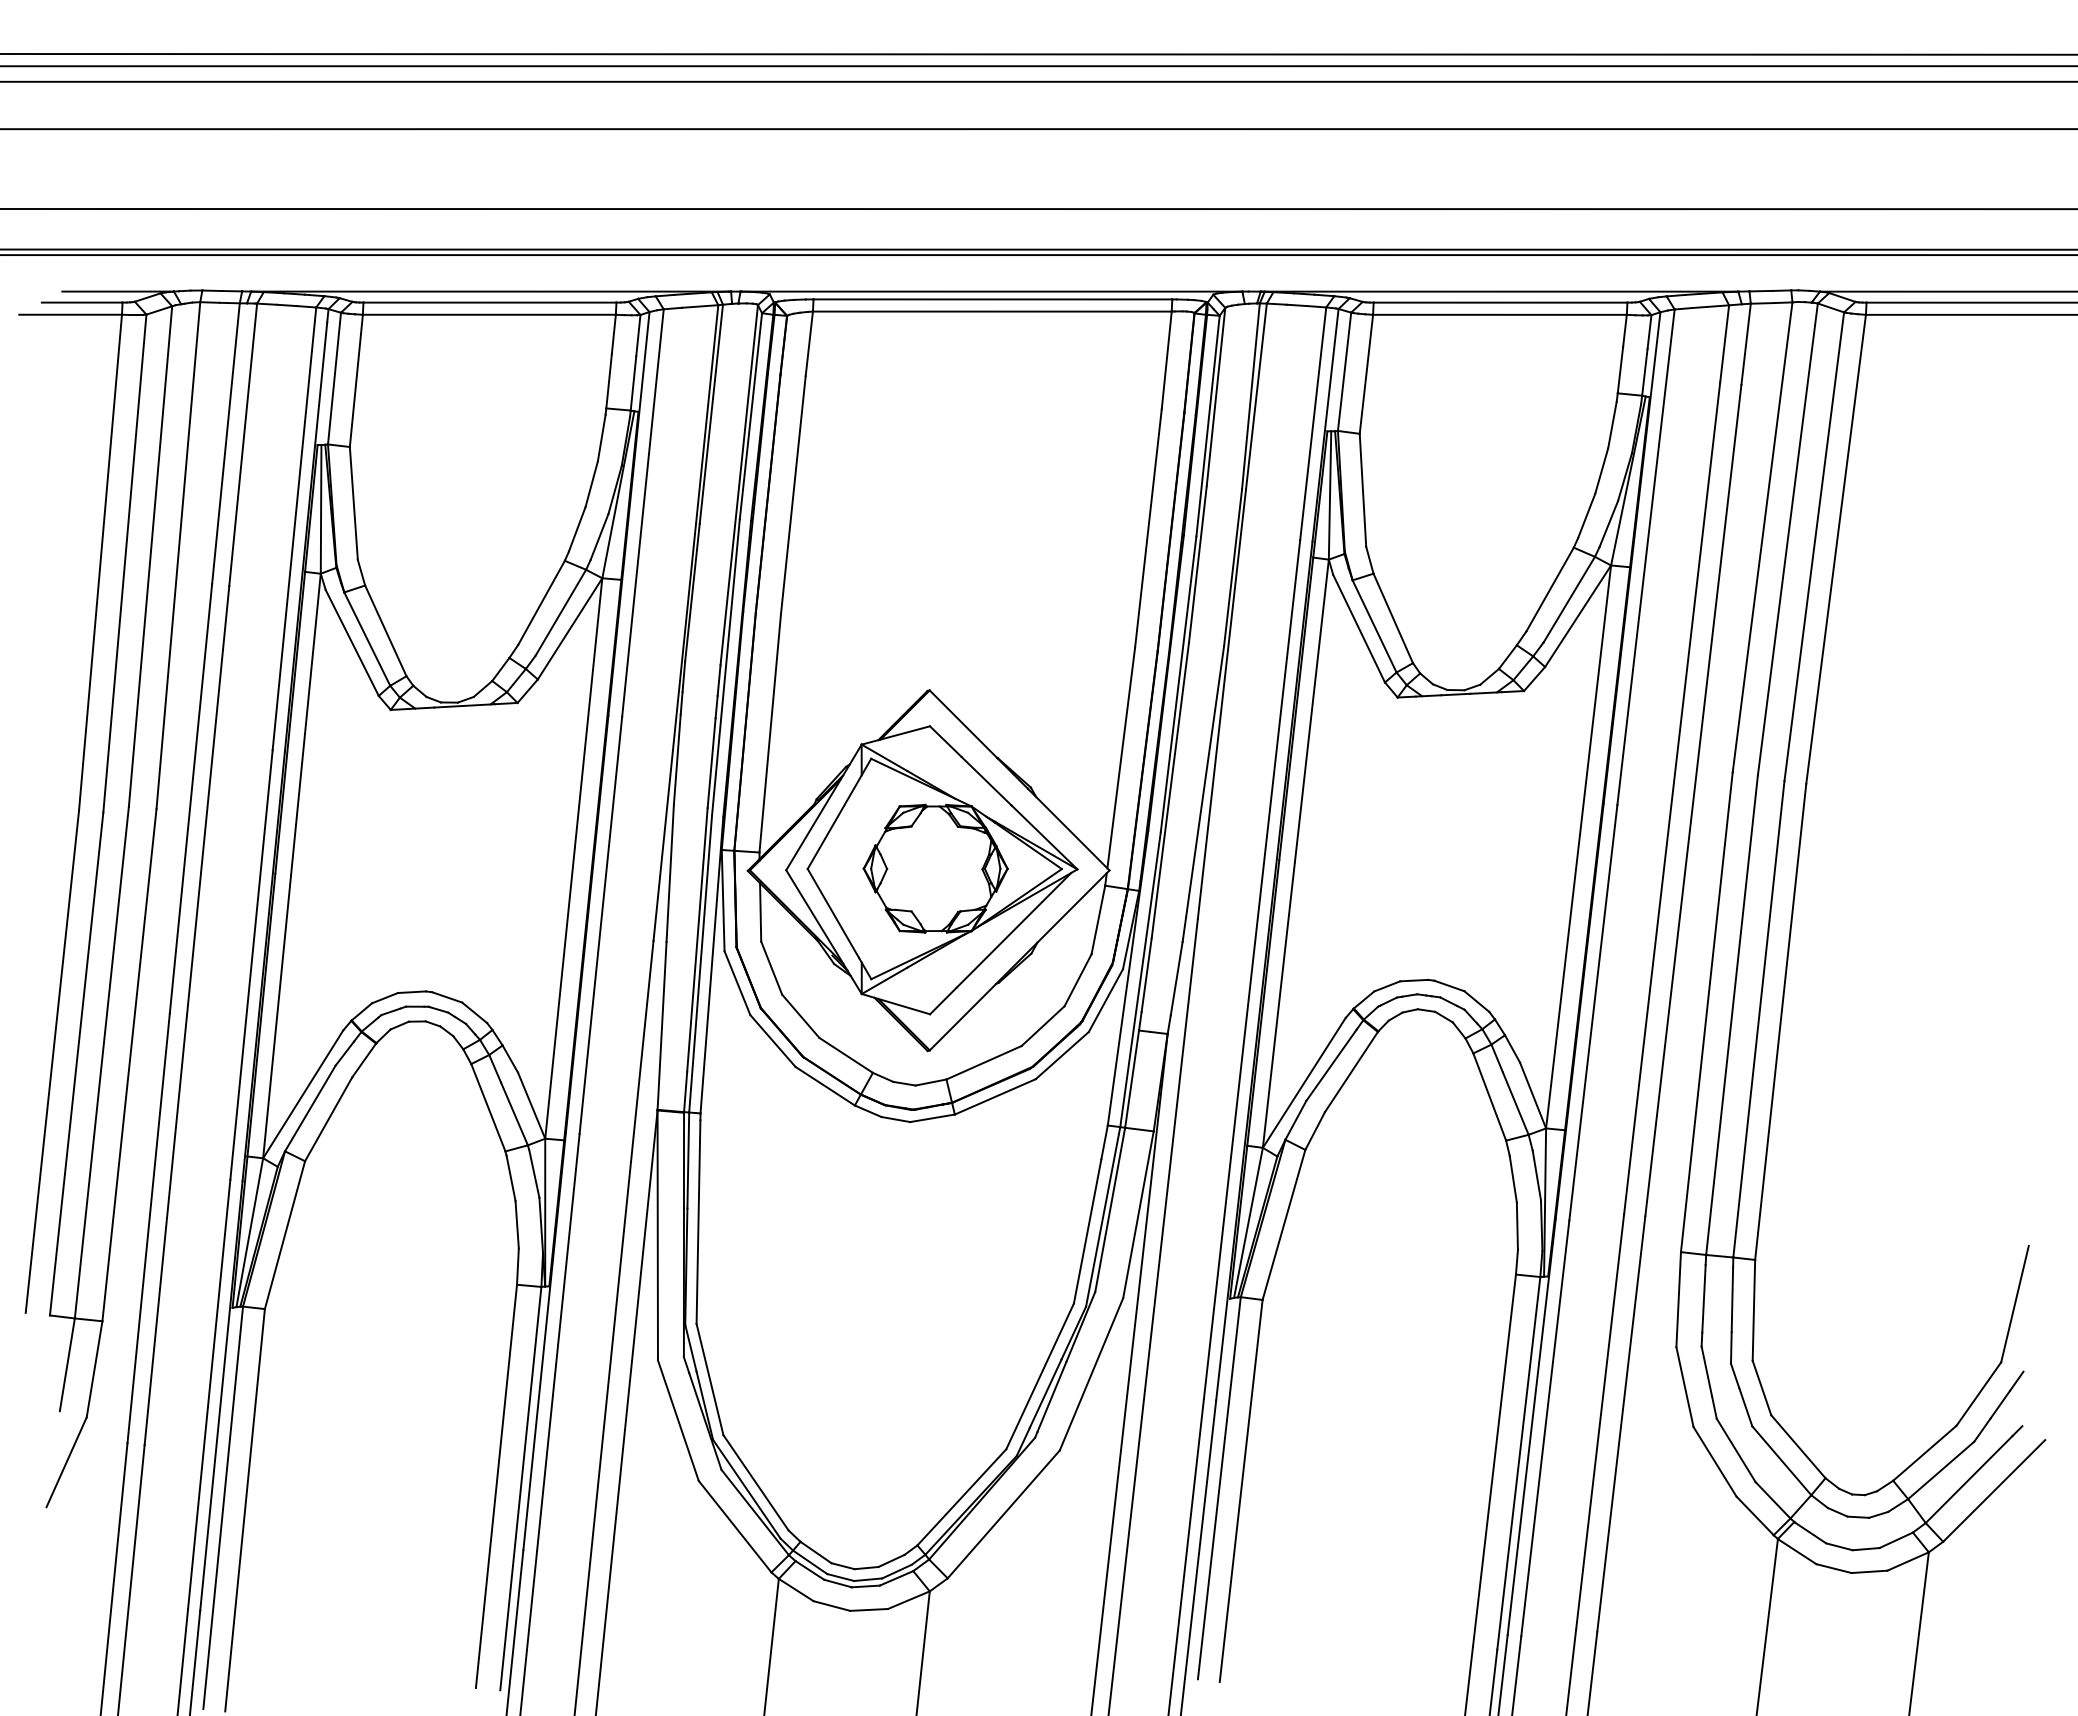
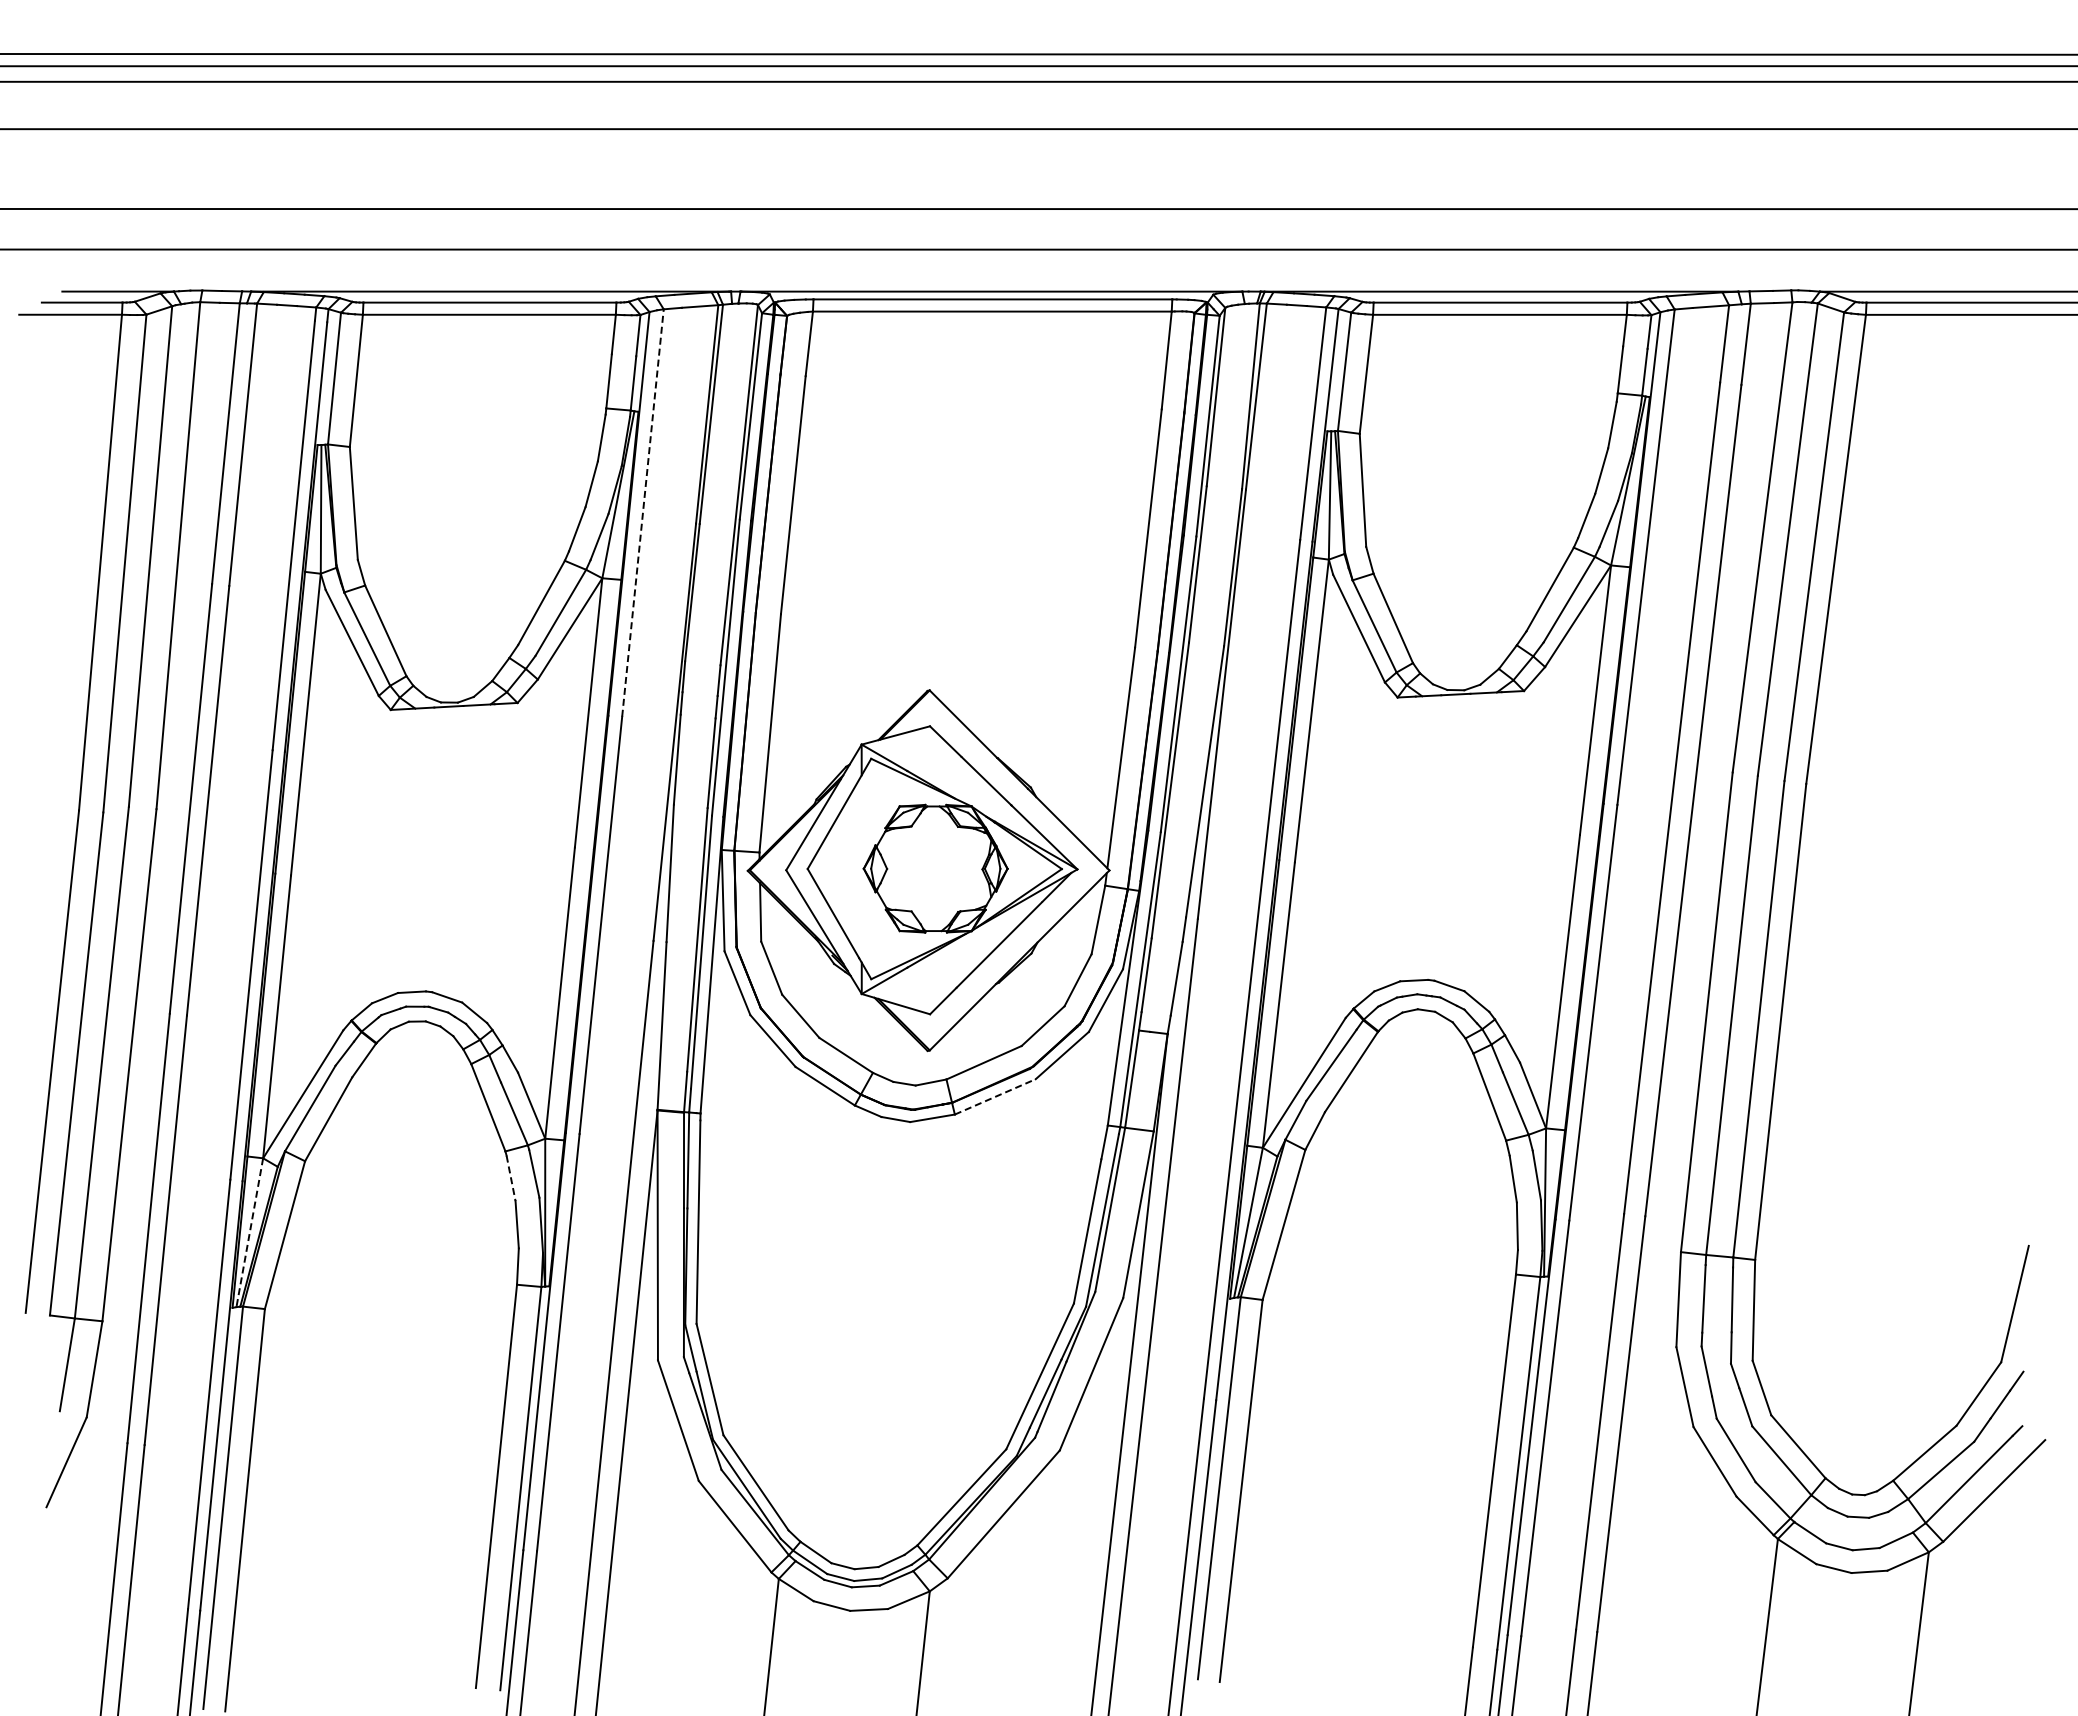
line at (1038, 255): present -> none
line at (642, 513): solid -> dashed
line at (995, 1096): solid -> dashed
line at (511, 1178): solid -> dashed
line at (249, 1232): solid -> dashed
